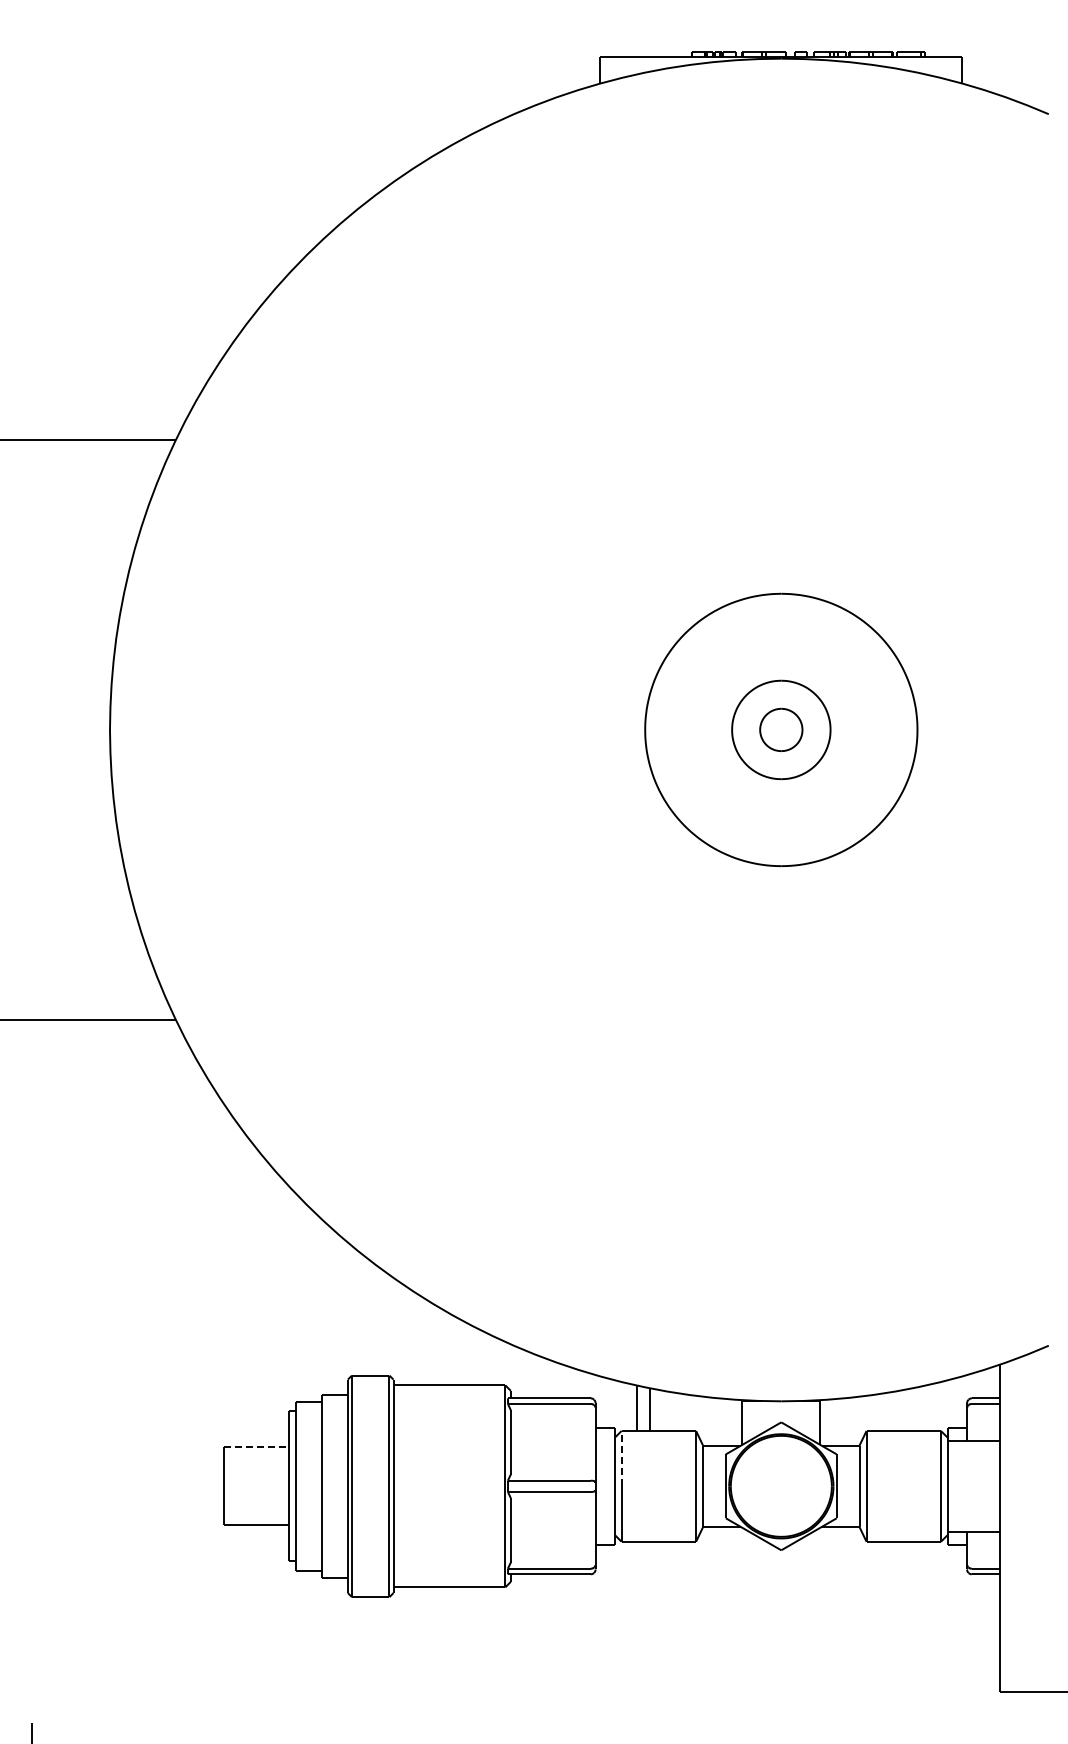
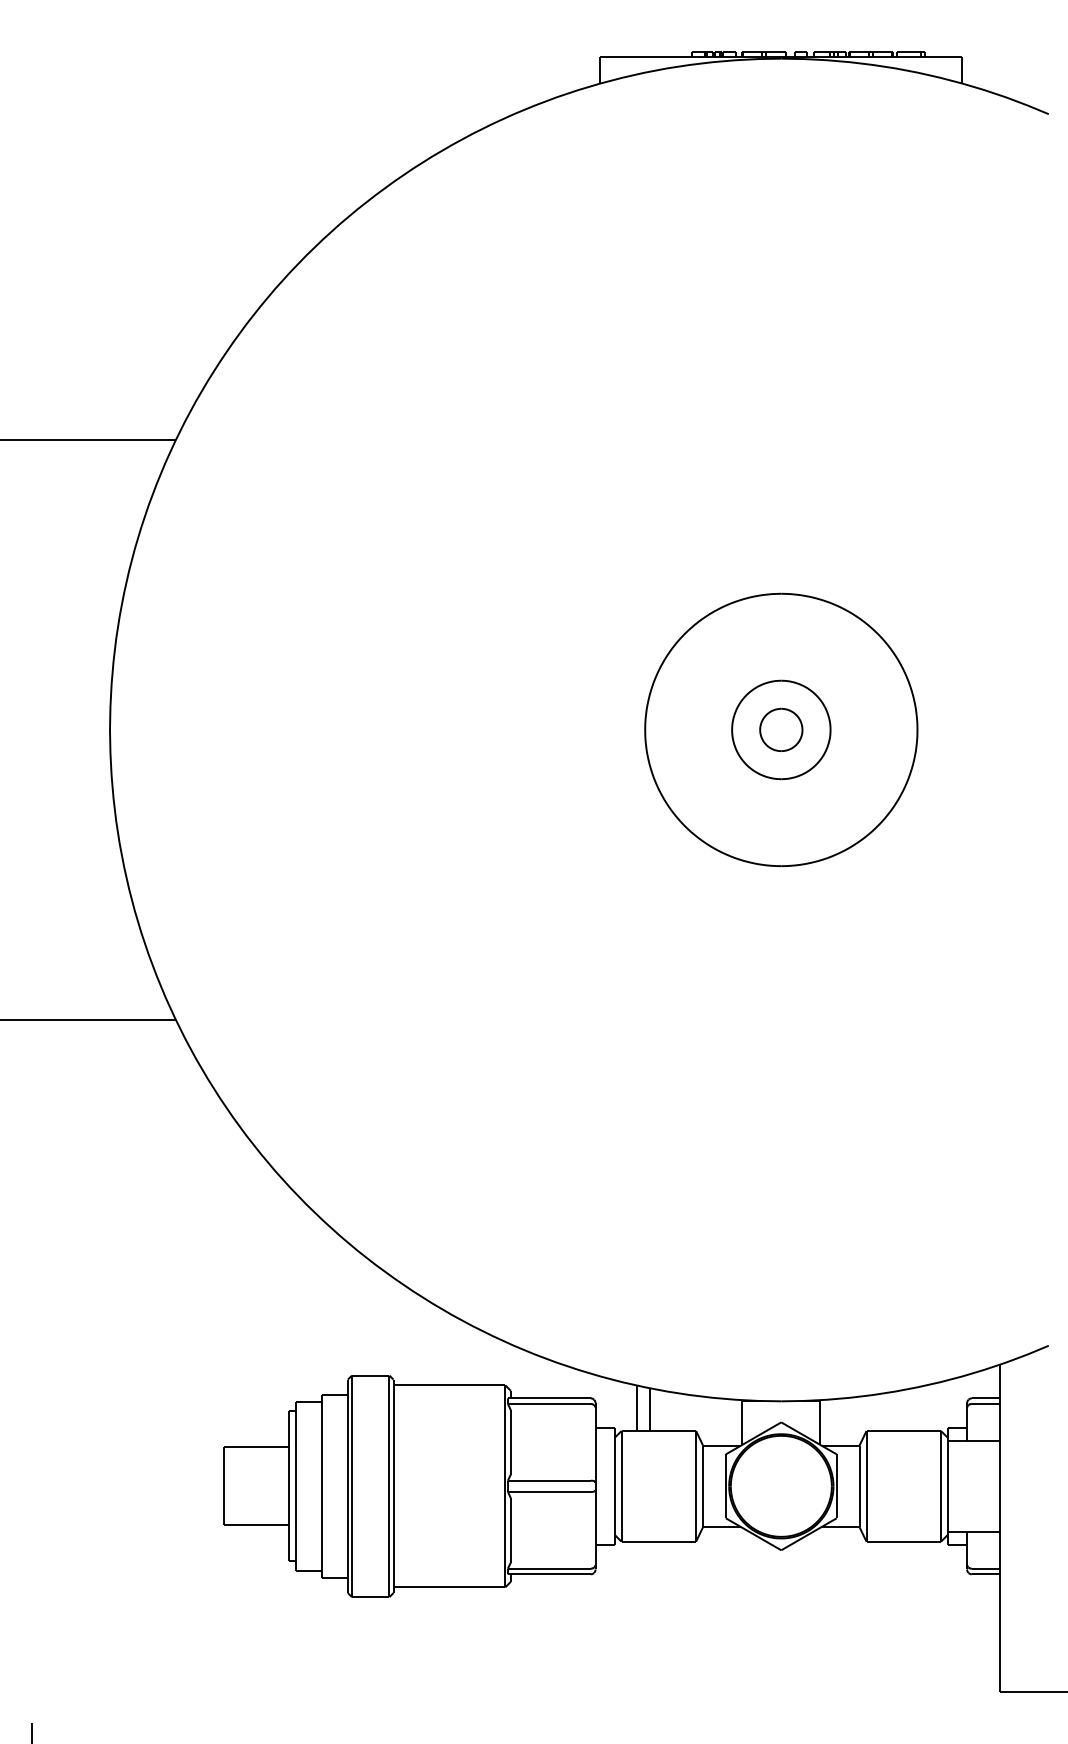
line at (256, 1447): dashed -> solid
line at (621, 1458): dashed -> solid
